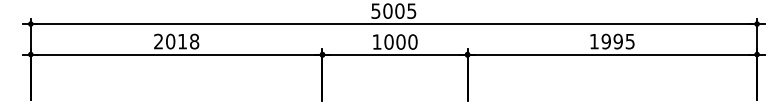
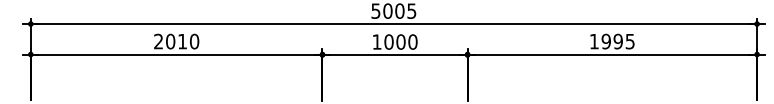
text at (194, 41): 2018 -> 2010
